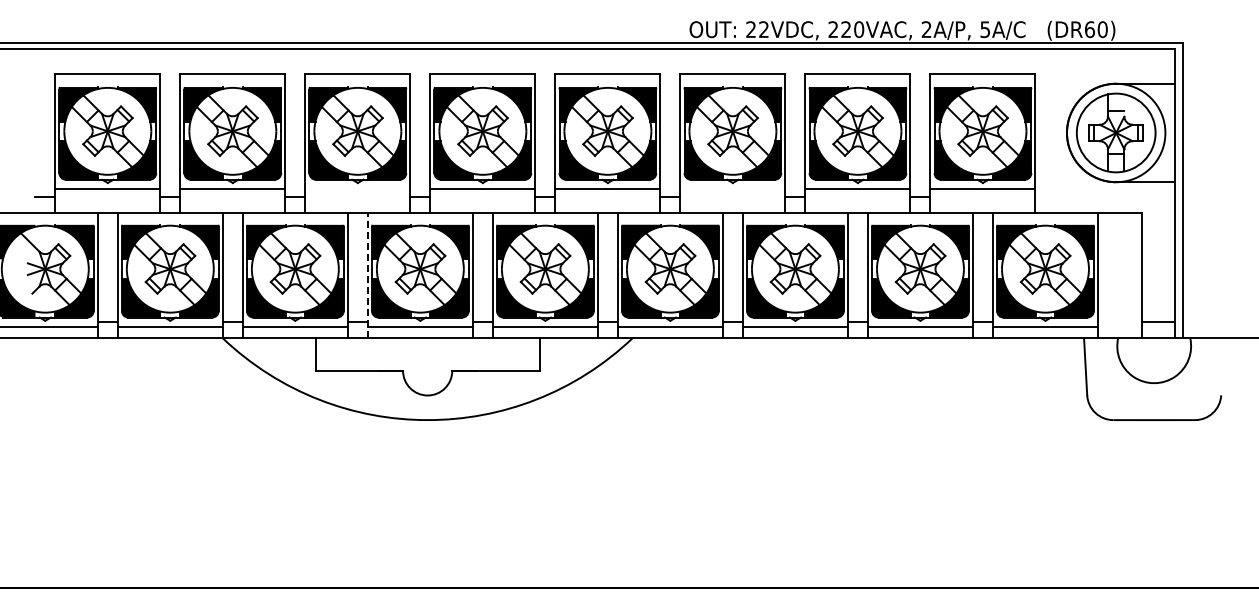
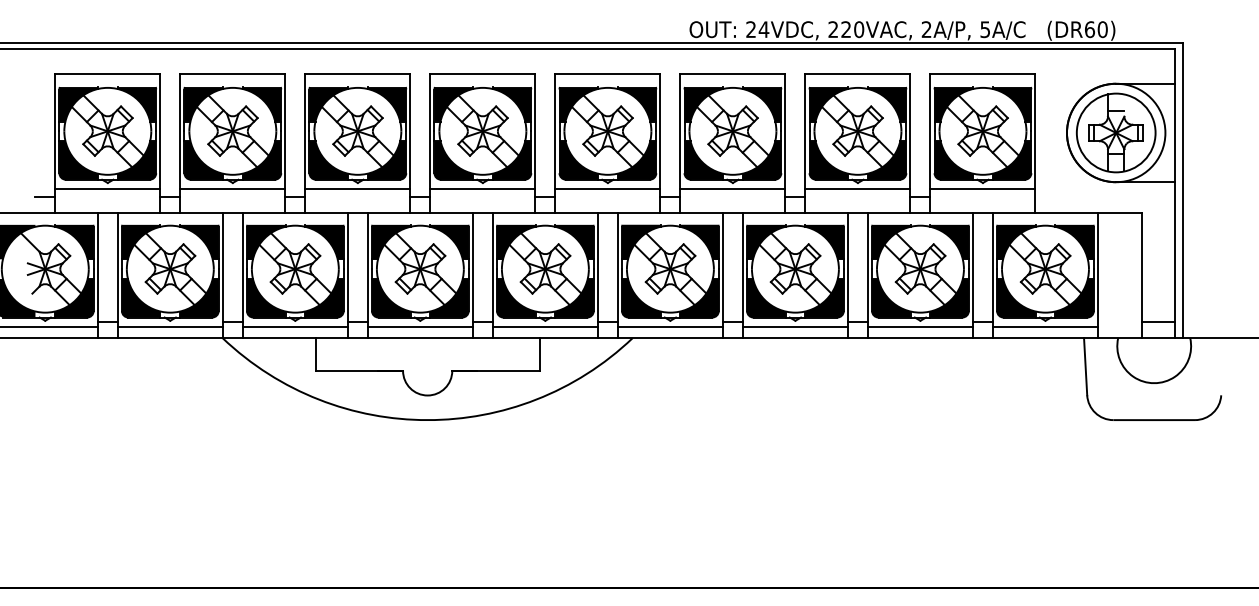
text at (763, 29): 22VDC, -> 24VDC,
line at (357, 188): none -> present
line at (732, 188): none -> present
line at (367, 275): dashed -> solid
